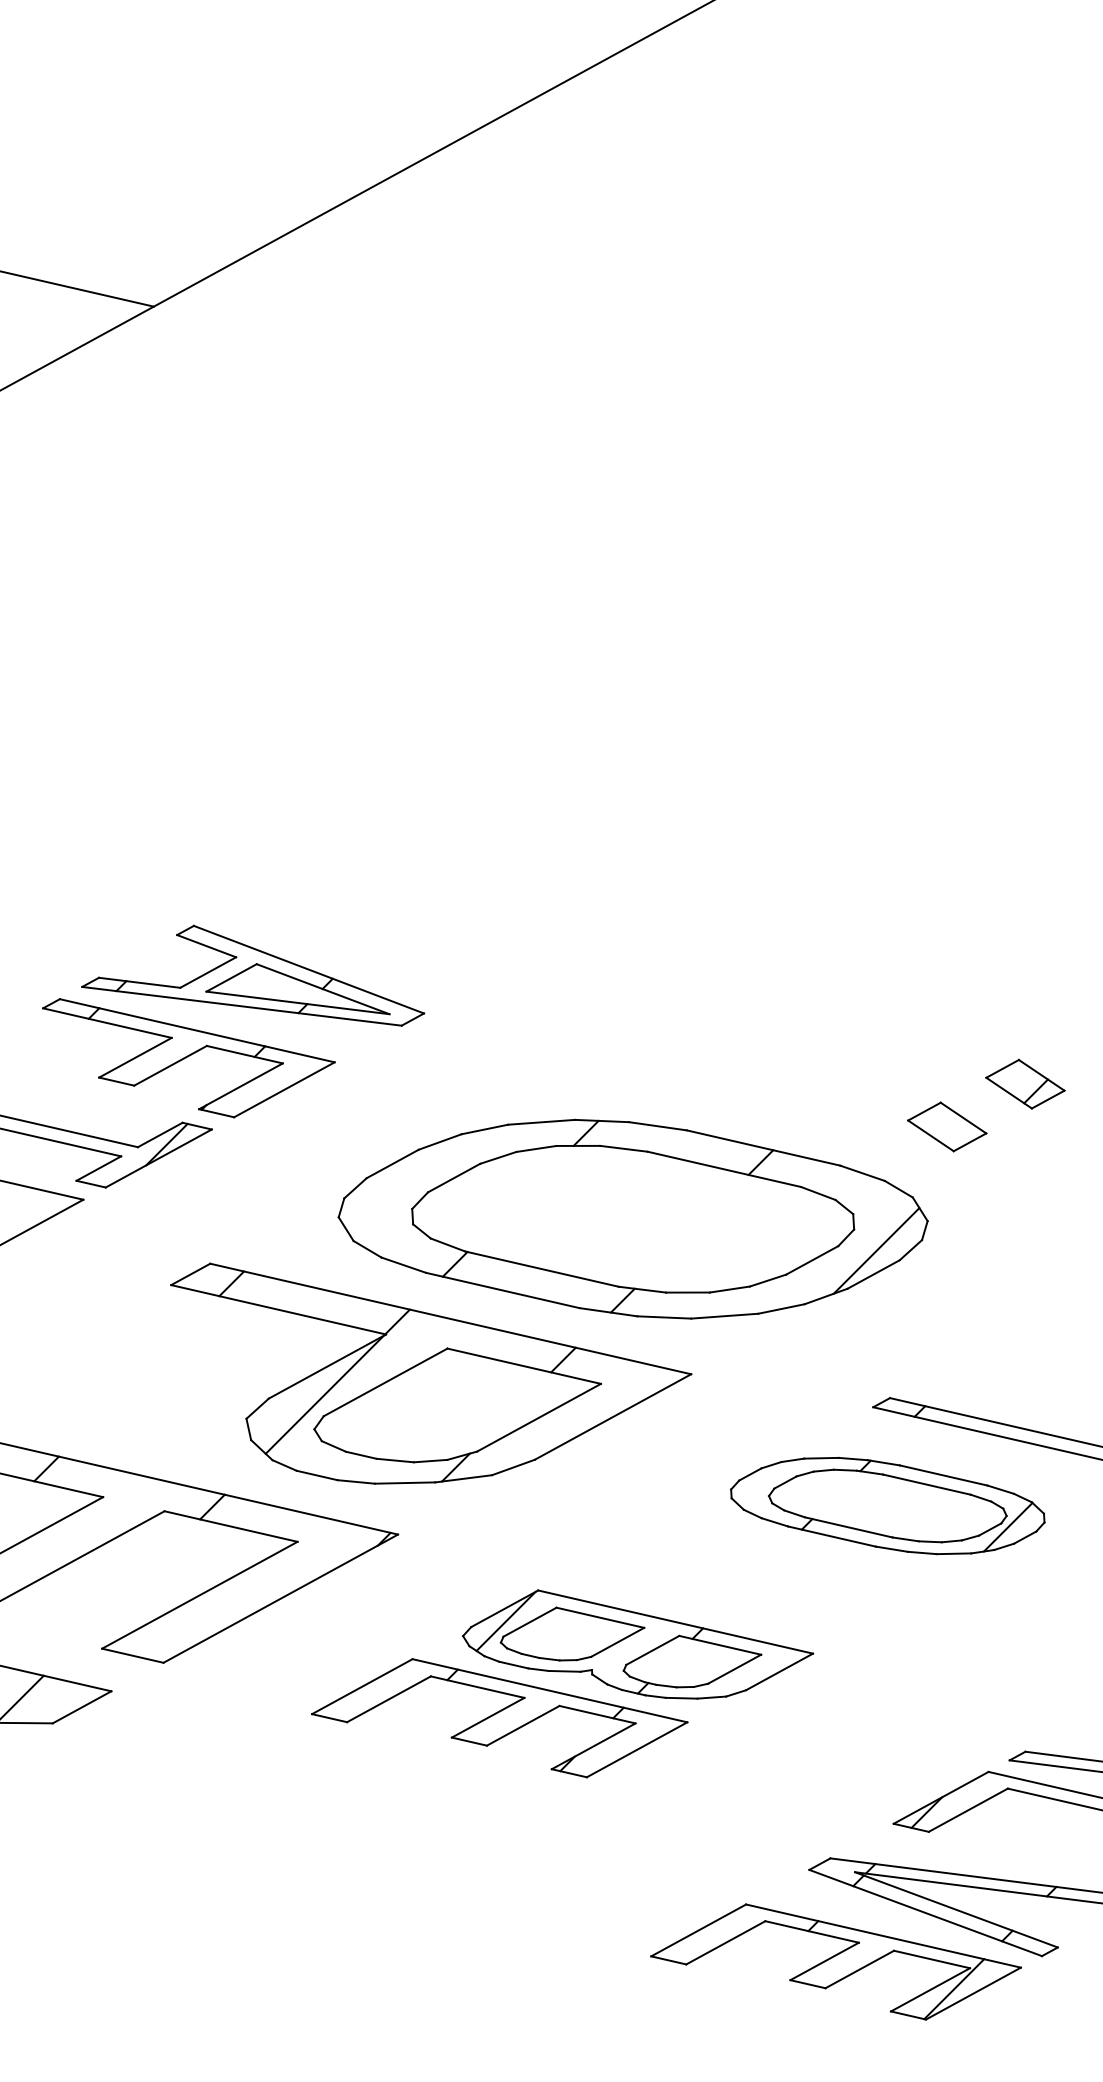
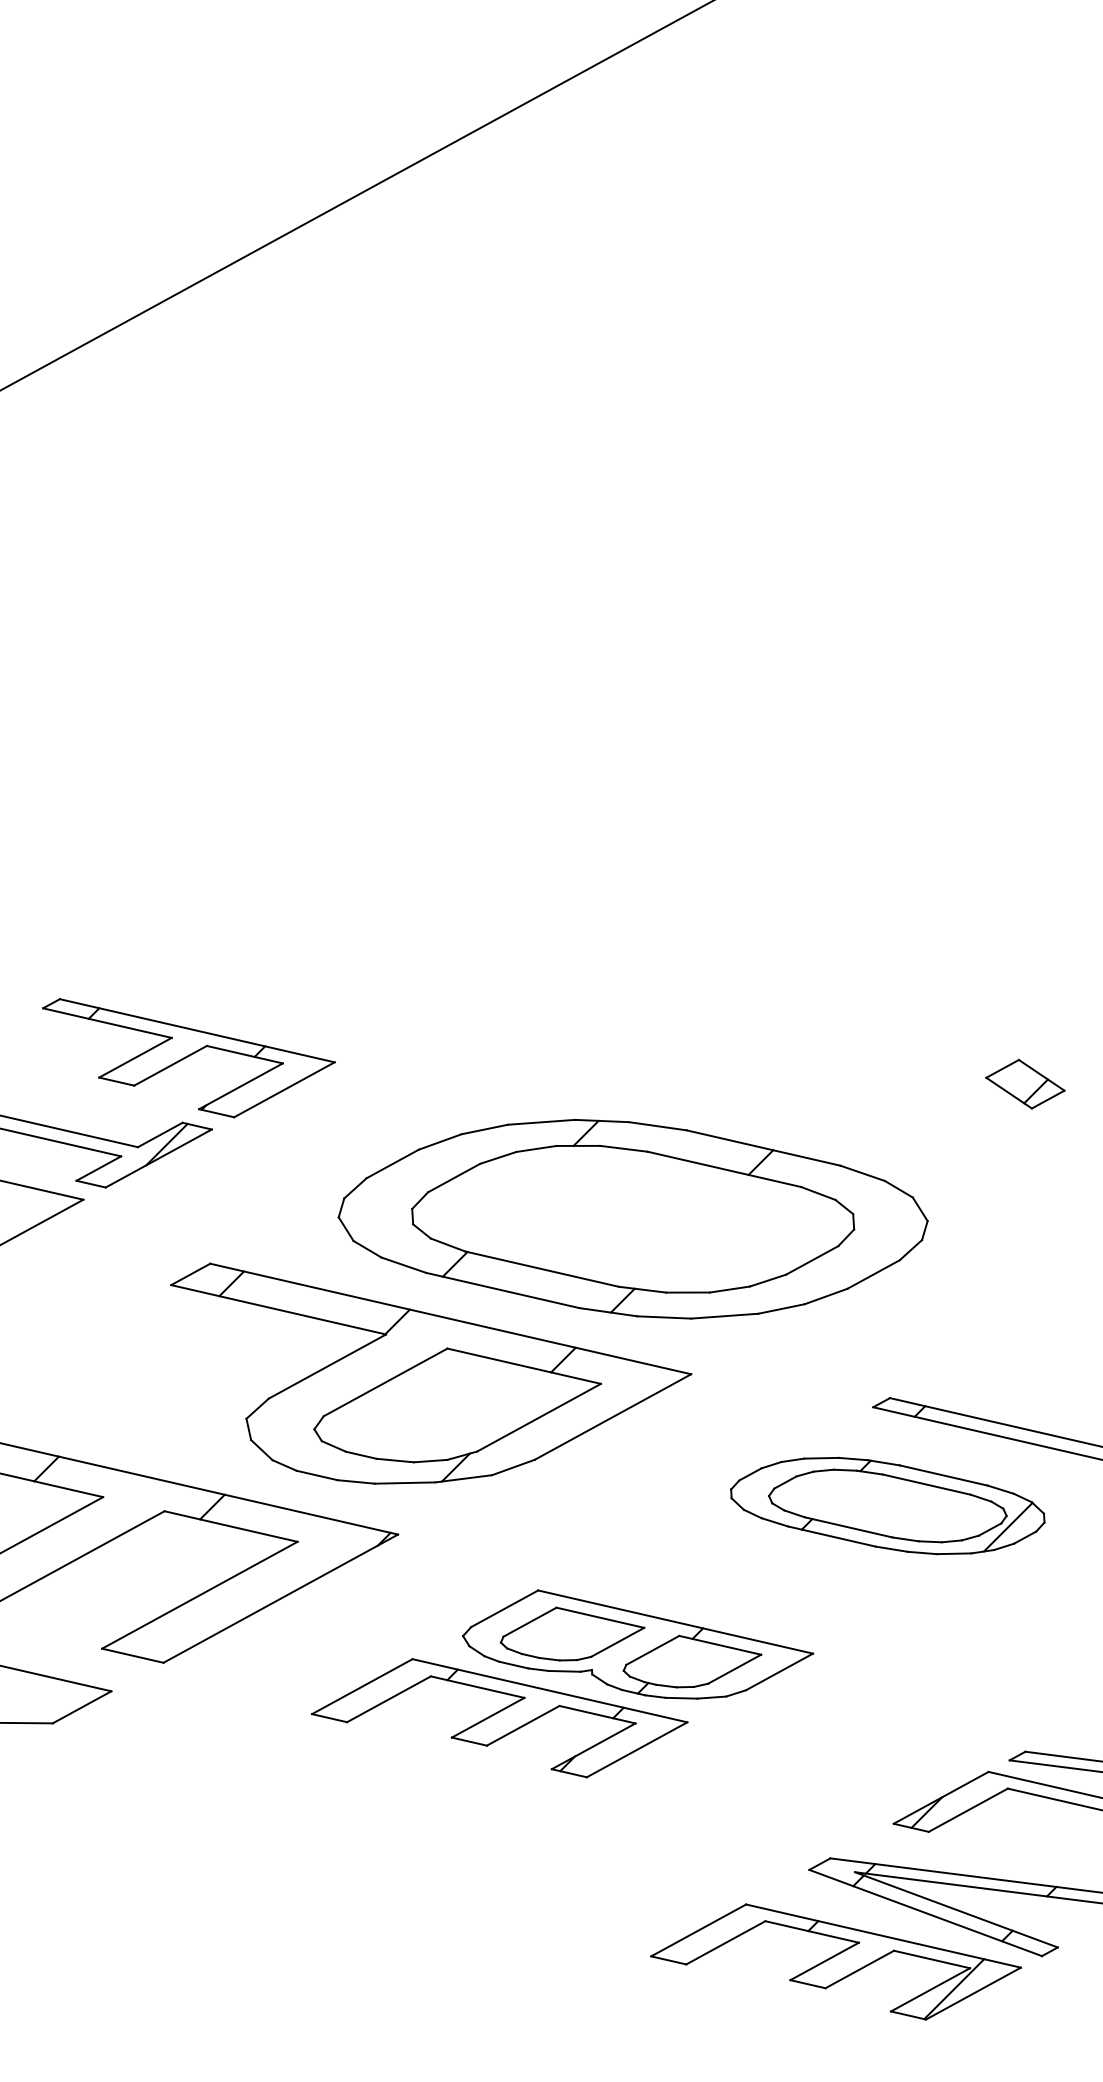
line at (77, 288): present -> none
part at (253, 975): present -> none
part at (947, 1126): present -> none
line at (876, 1250): present -> none
line at (324, 1394): present -> none
line at (505, 1620): present -> none
line at (22, 1696): present -> none
